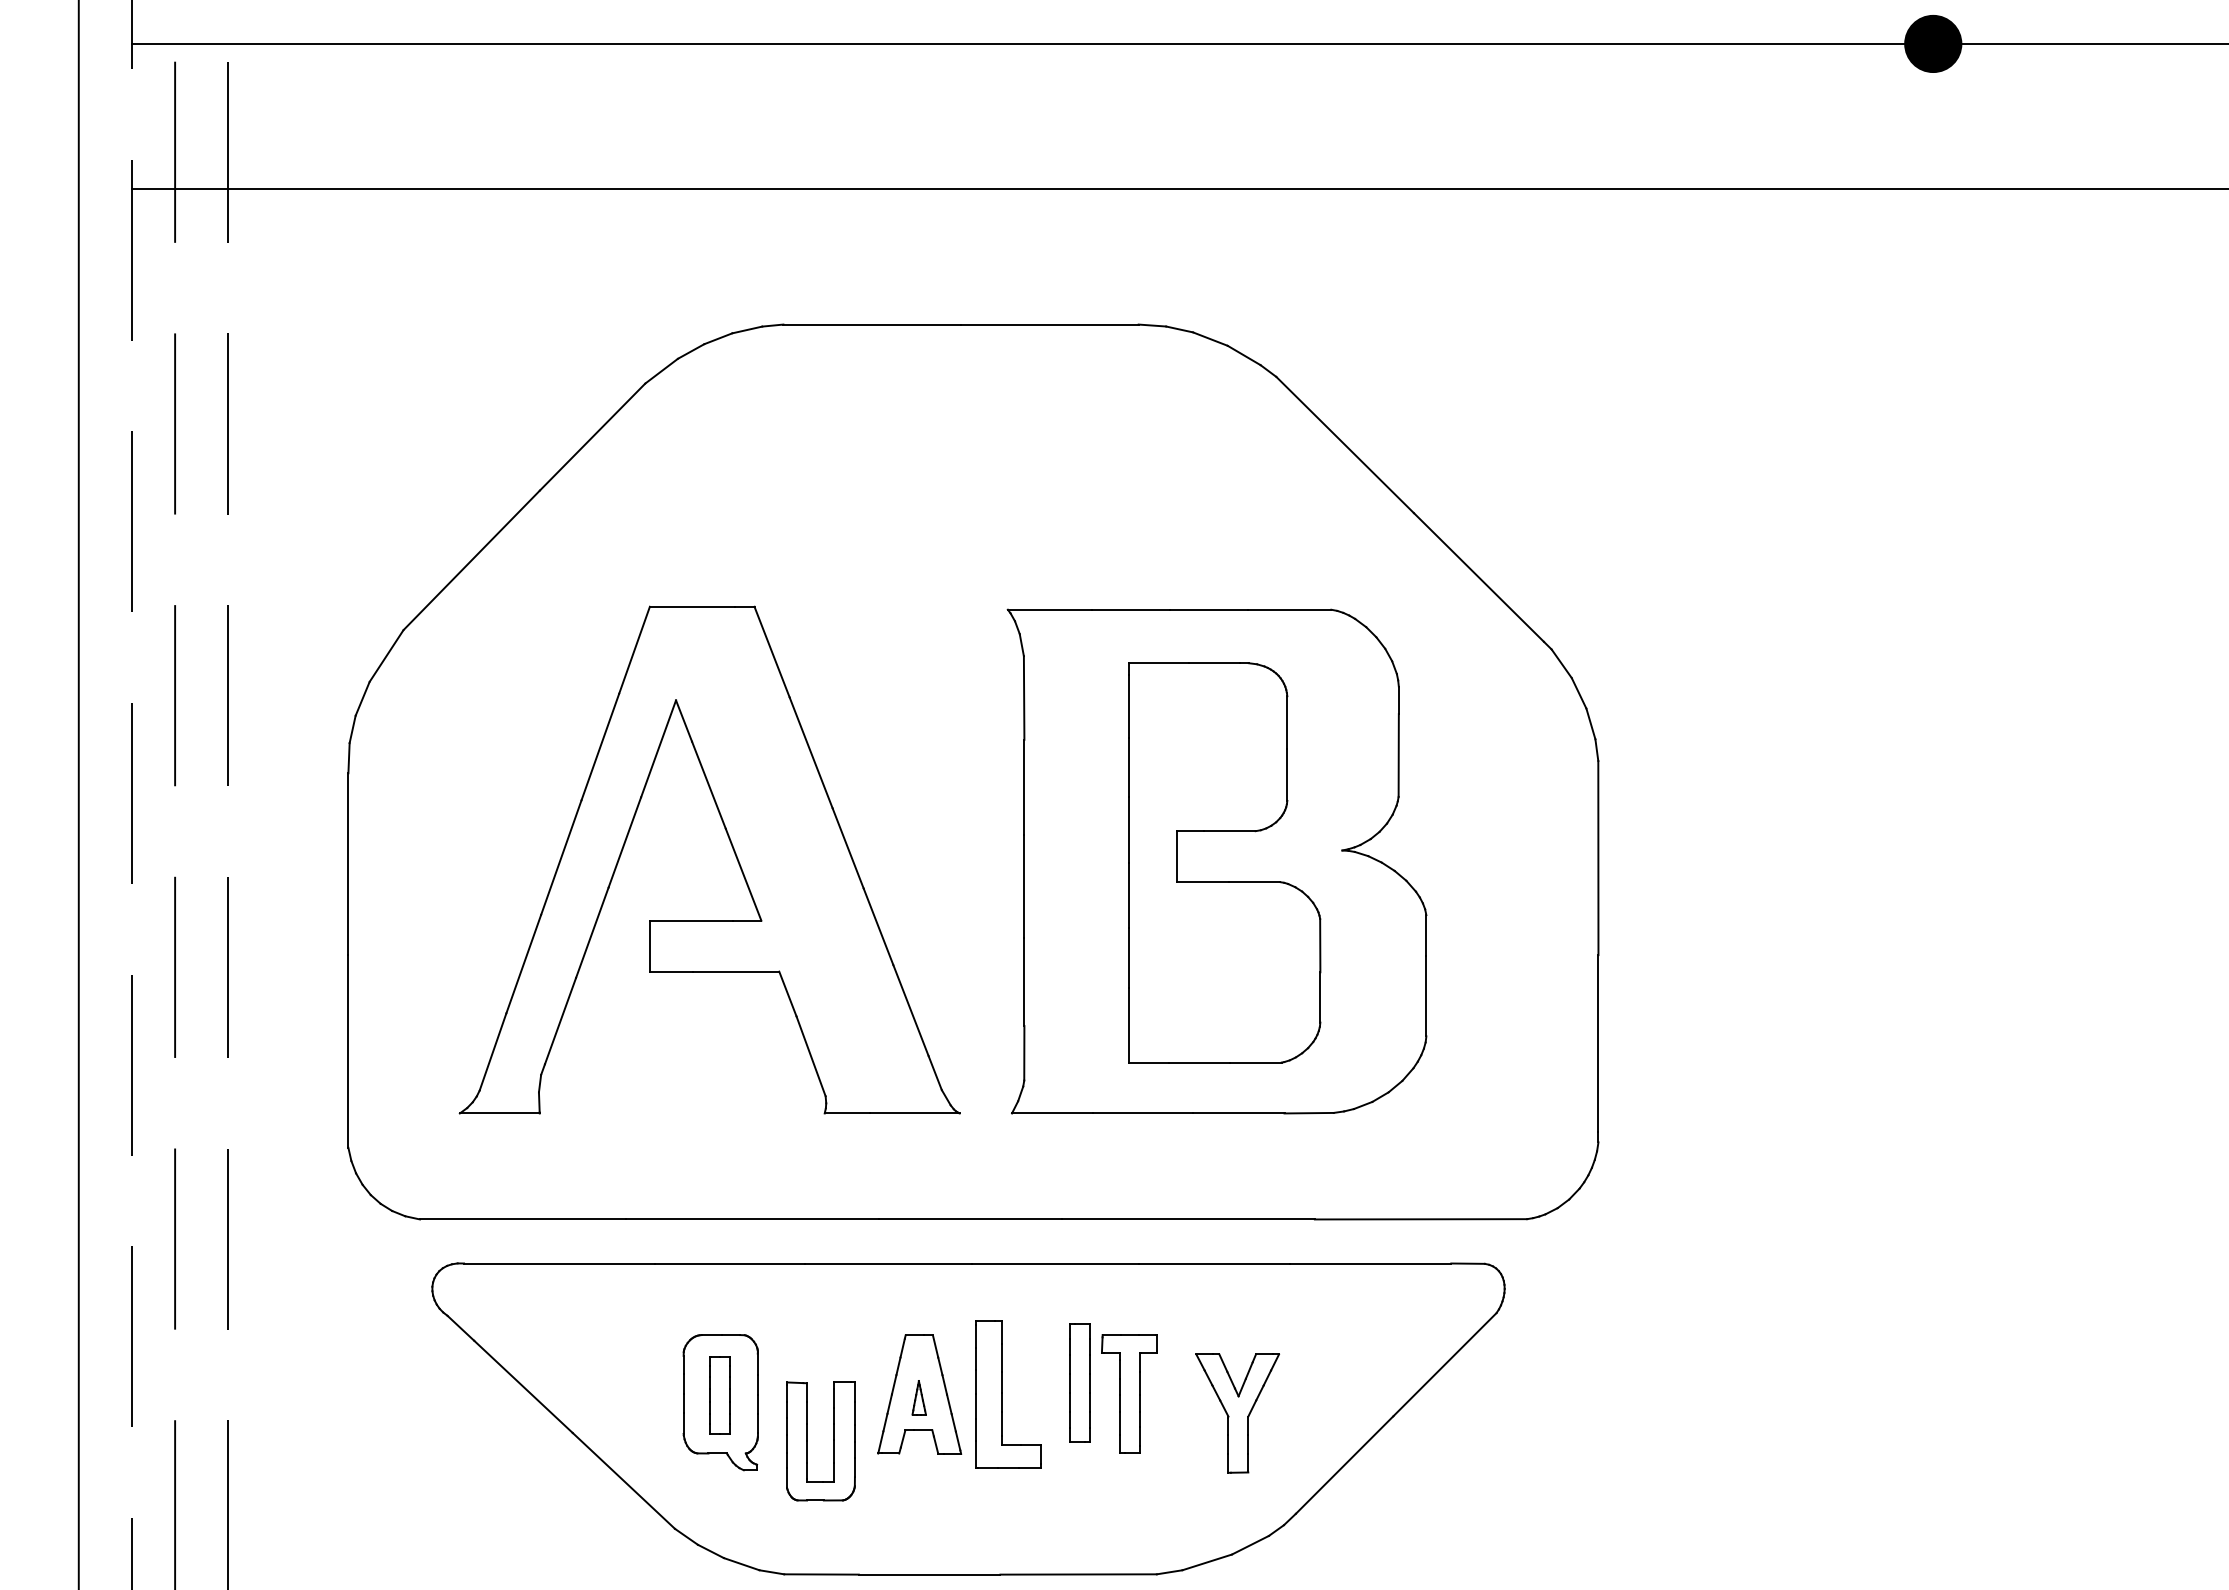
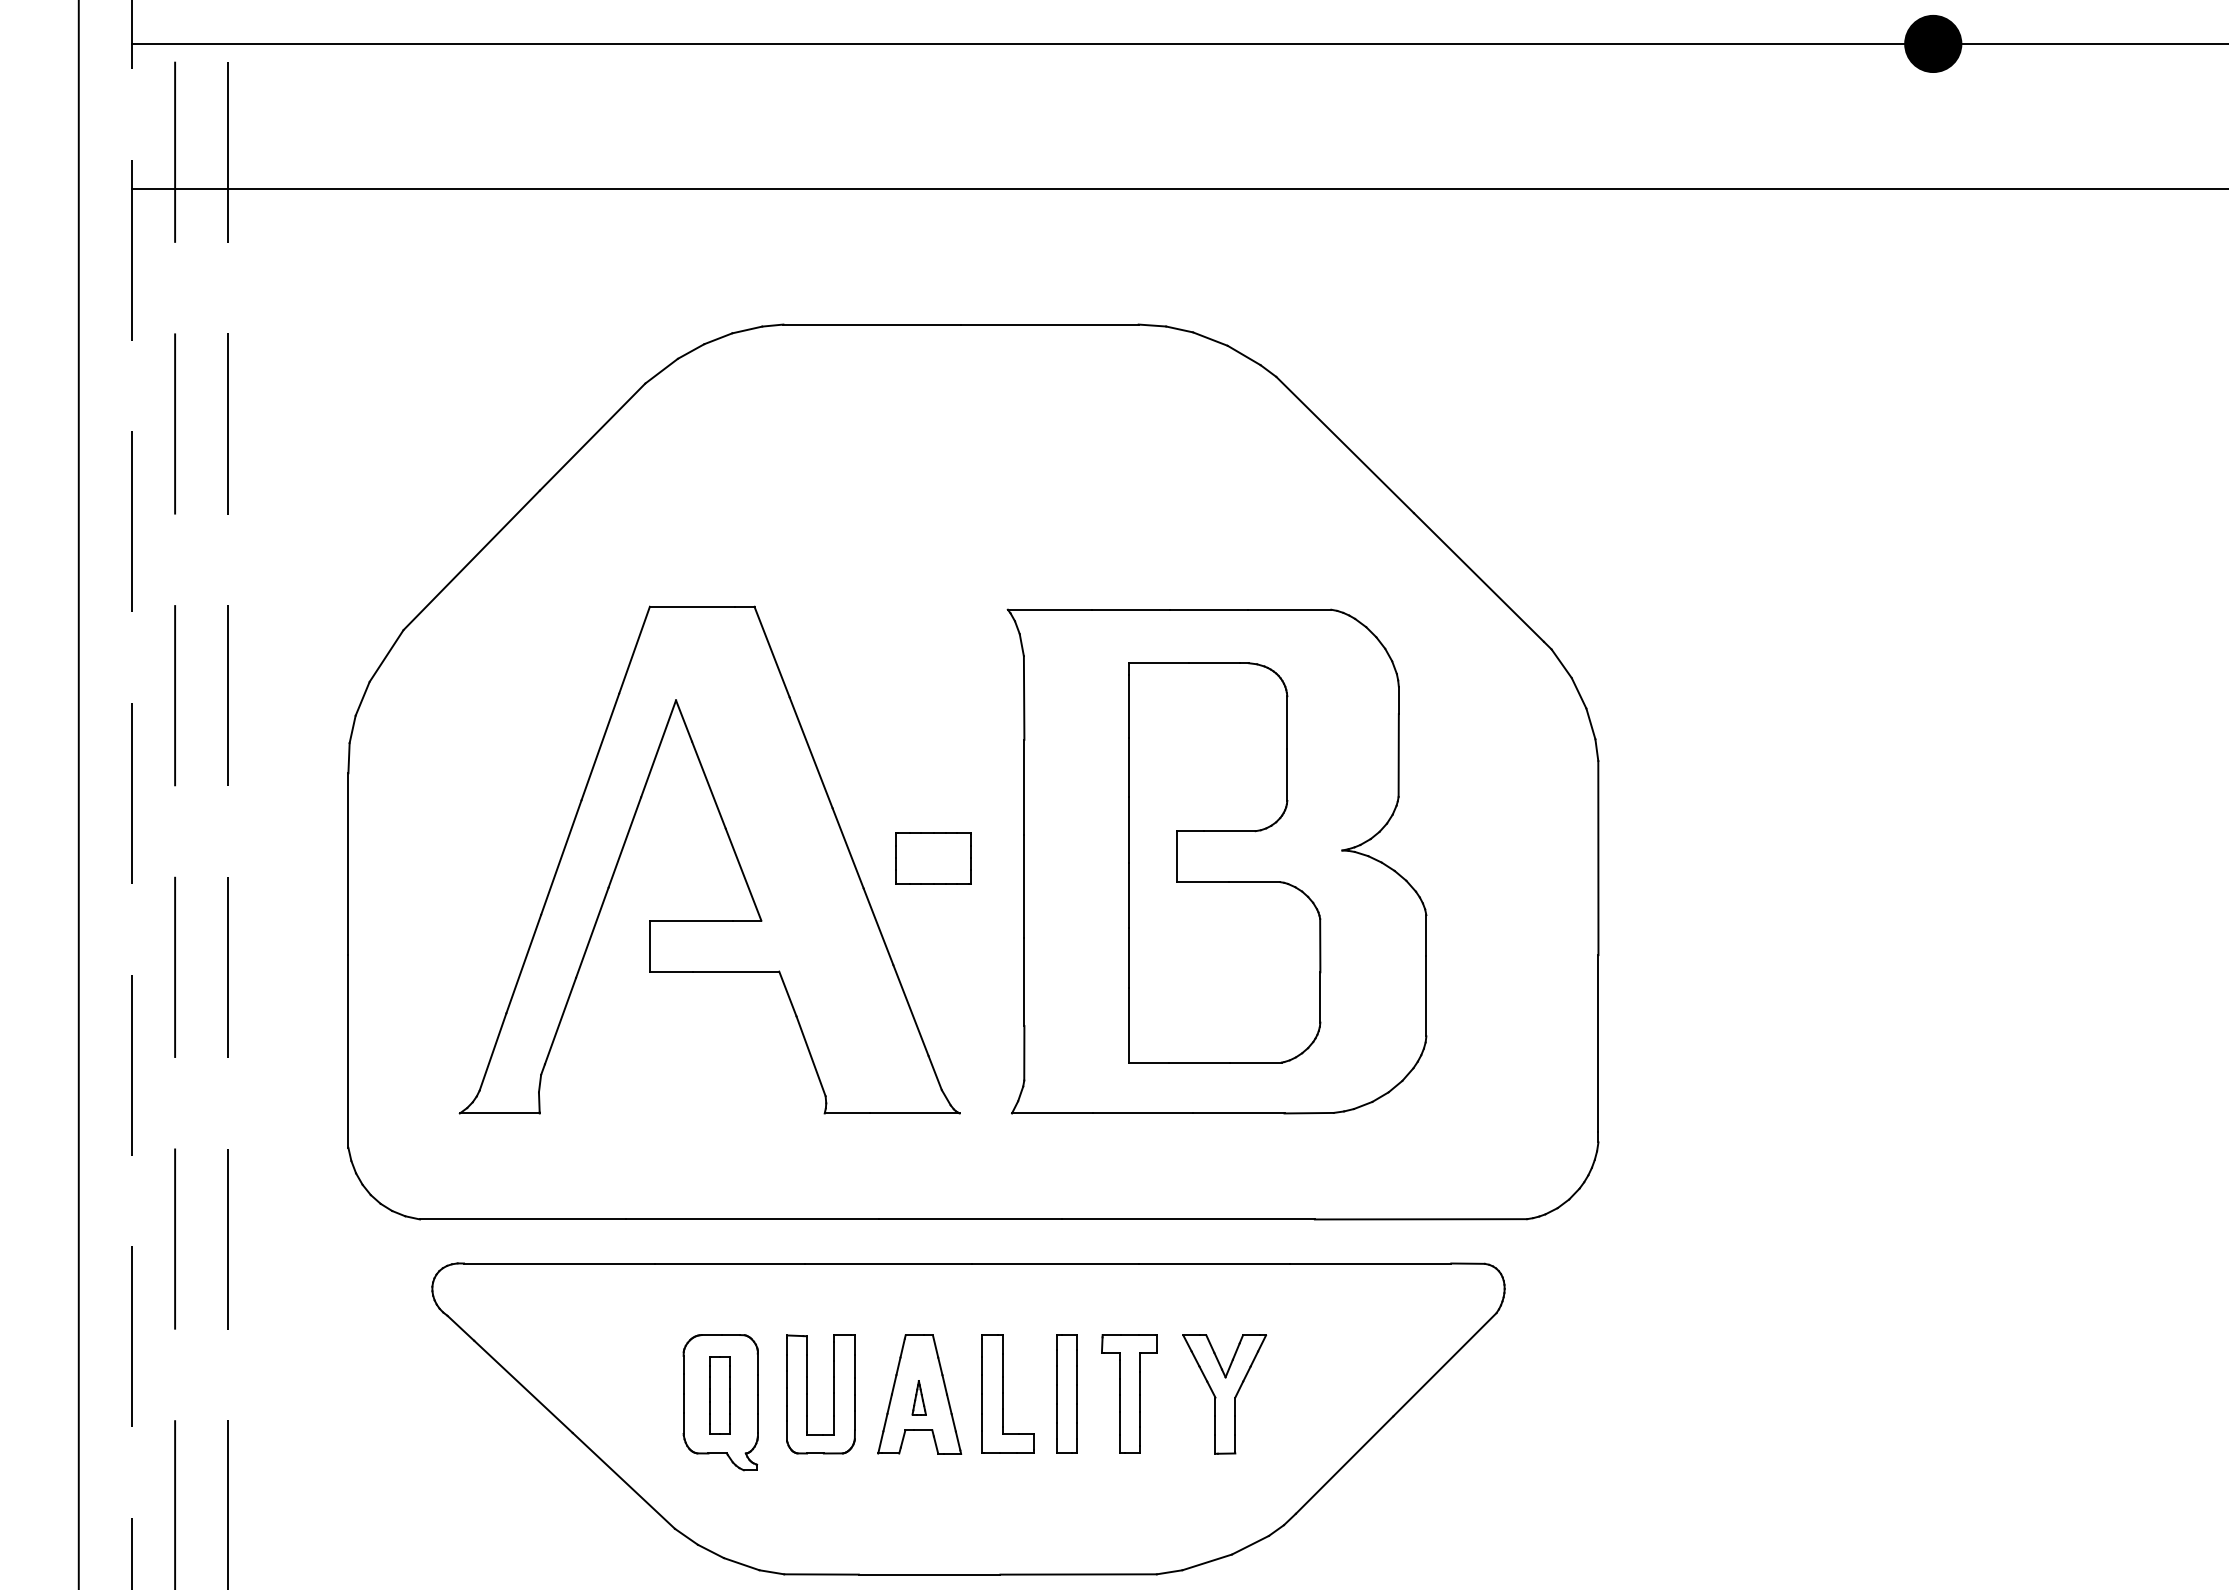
part at (933, 858): none -> present
part at (1079, 1382) position: (1079, 1382) -> (1066, 1393)
part at (1008, 1394) size: 67x149 px -> 54x120 px
part at (1237, 1413) position: (1237, 1413) -> (1224, 1394)
part at (807, 1441) position: (807, 1441) -> (807, 1394)
